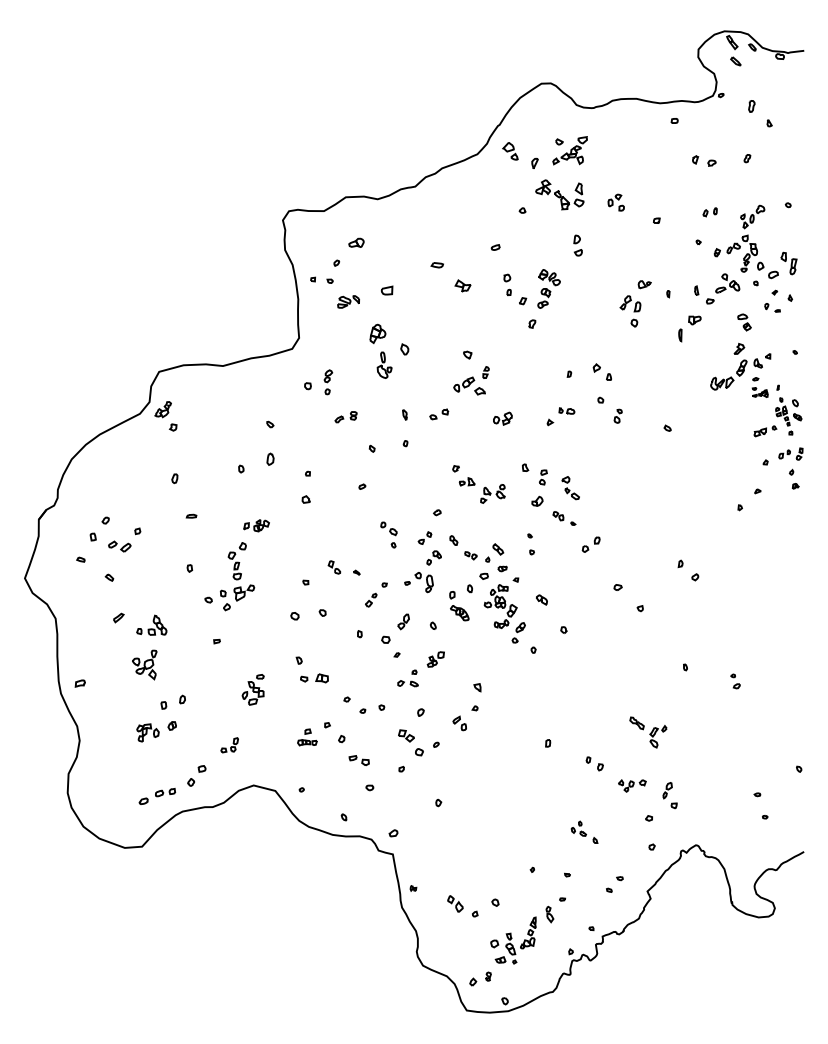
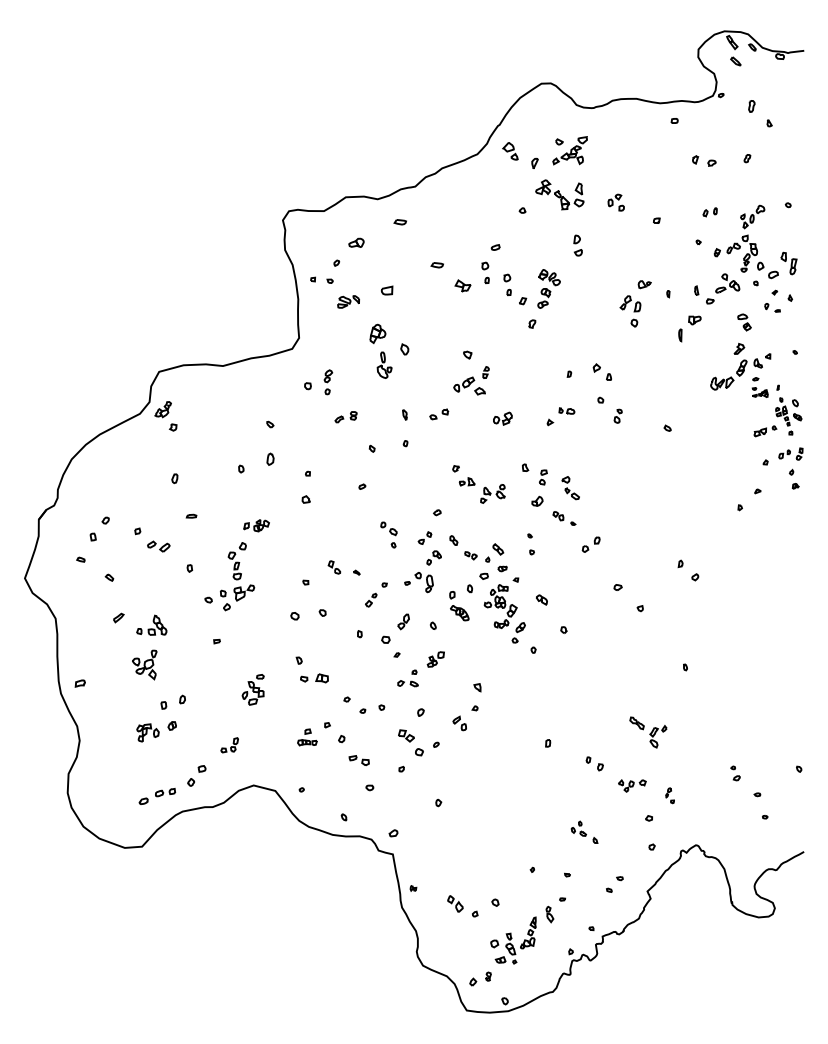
part at (399, 222): none -> present
part at (485, 272): none -> present
part at (119, 546) position: (119, 546) -> (158, 546)
part at (735, 681) position: (735, 681) -> (735, 773)
part at (669, 795) size: 16x28 px -> 10x18 px
